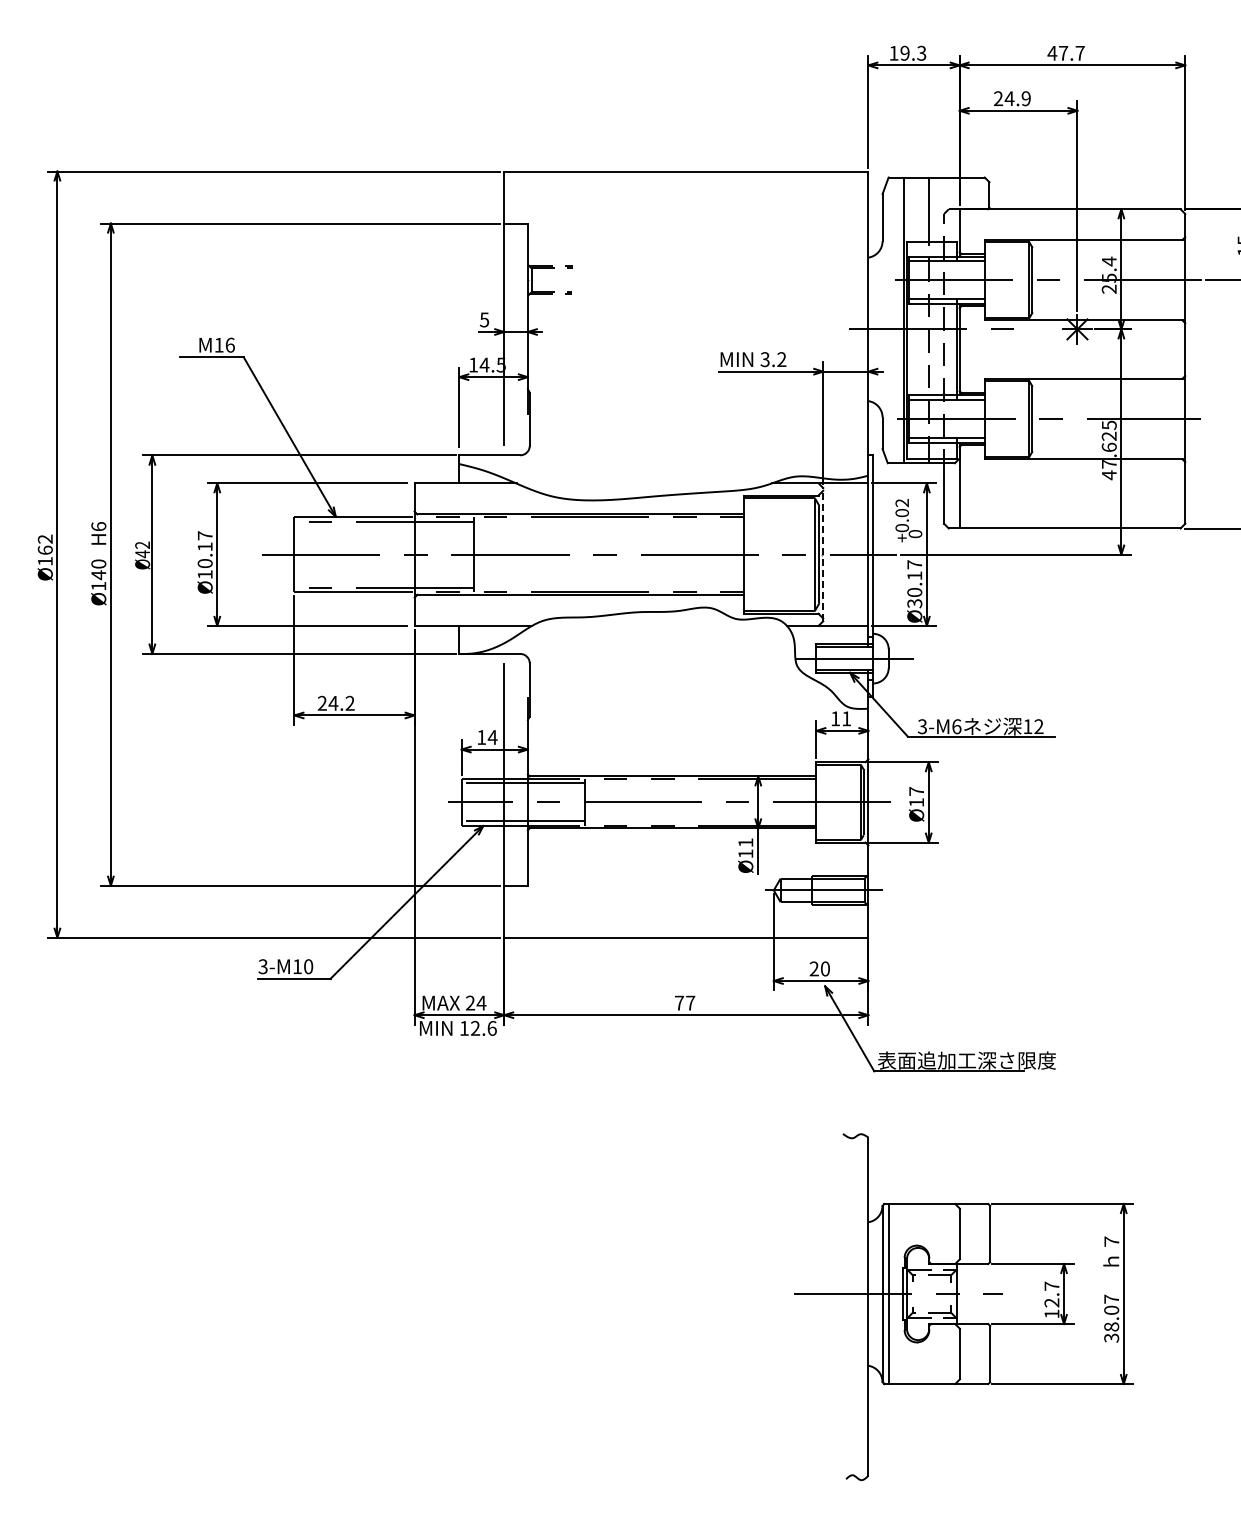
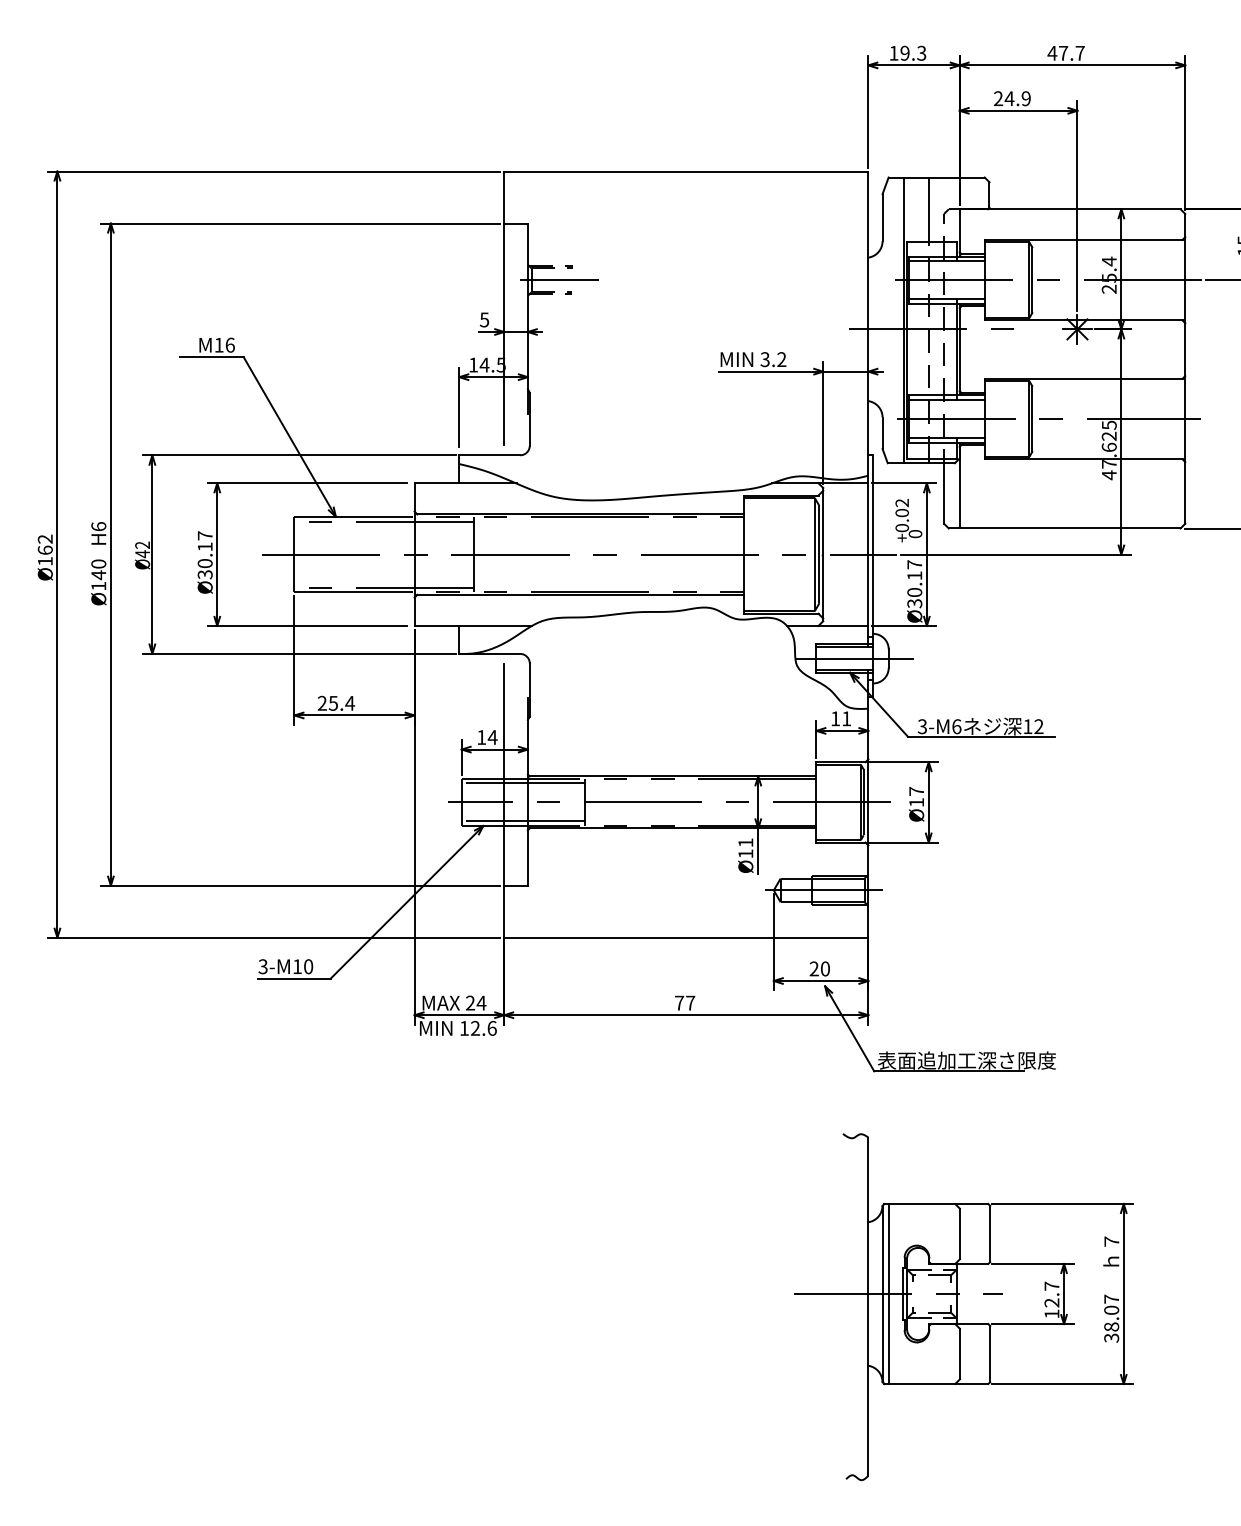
line at (559, 280): none -> present
line at (823, 554): dashed -> solid
text at (204, 574): Ø10.17 -> Ø30.17
text at (341, 702): 24.2 -> 25.4
